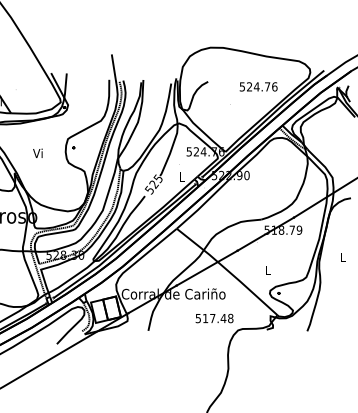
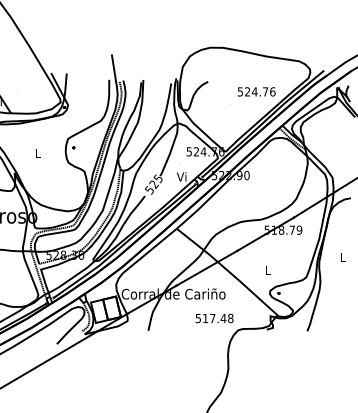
text at (258, 86) position: (258, 86) -> (256, 91)
text at (37, 153): Vi -> L
text at (181, 176): L -> Vi
